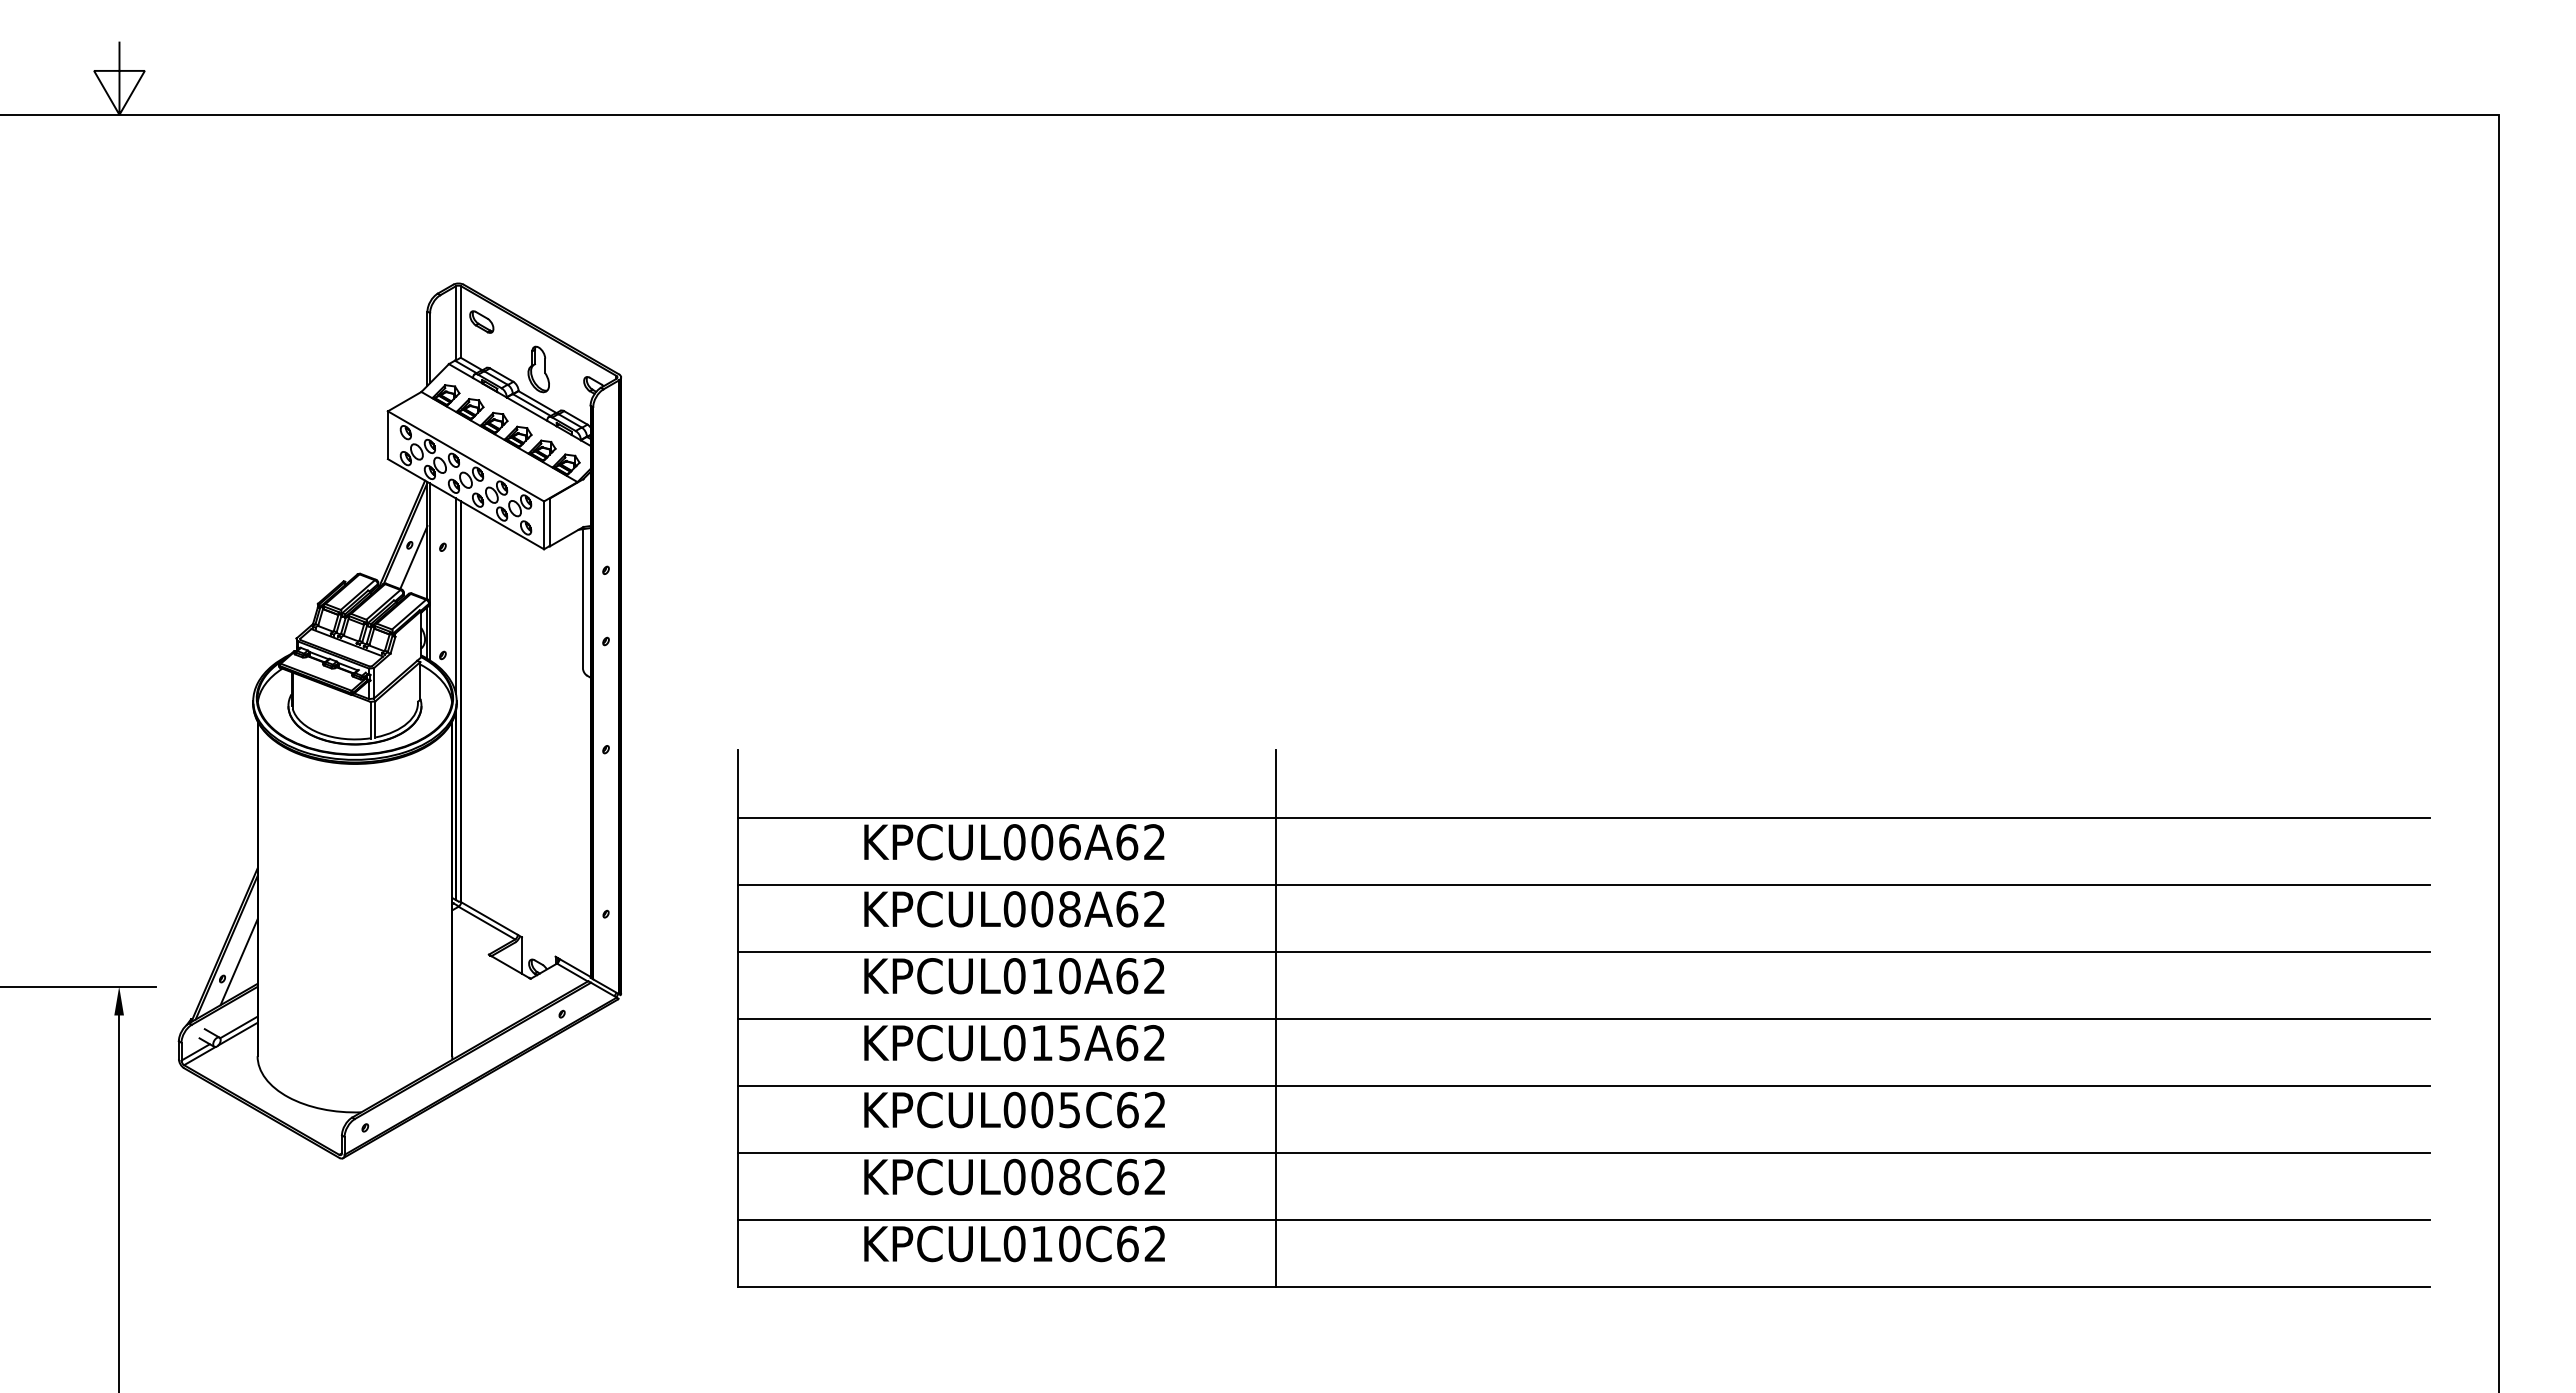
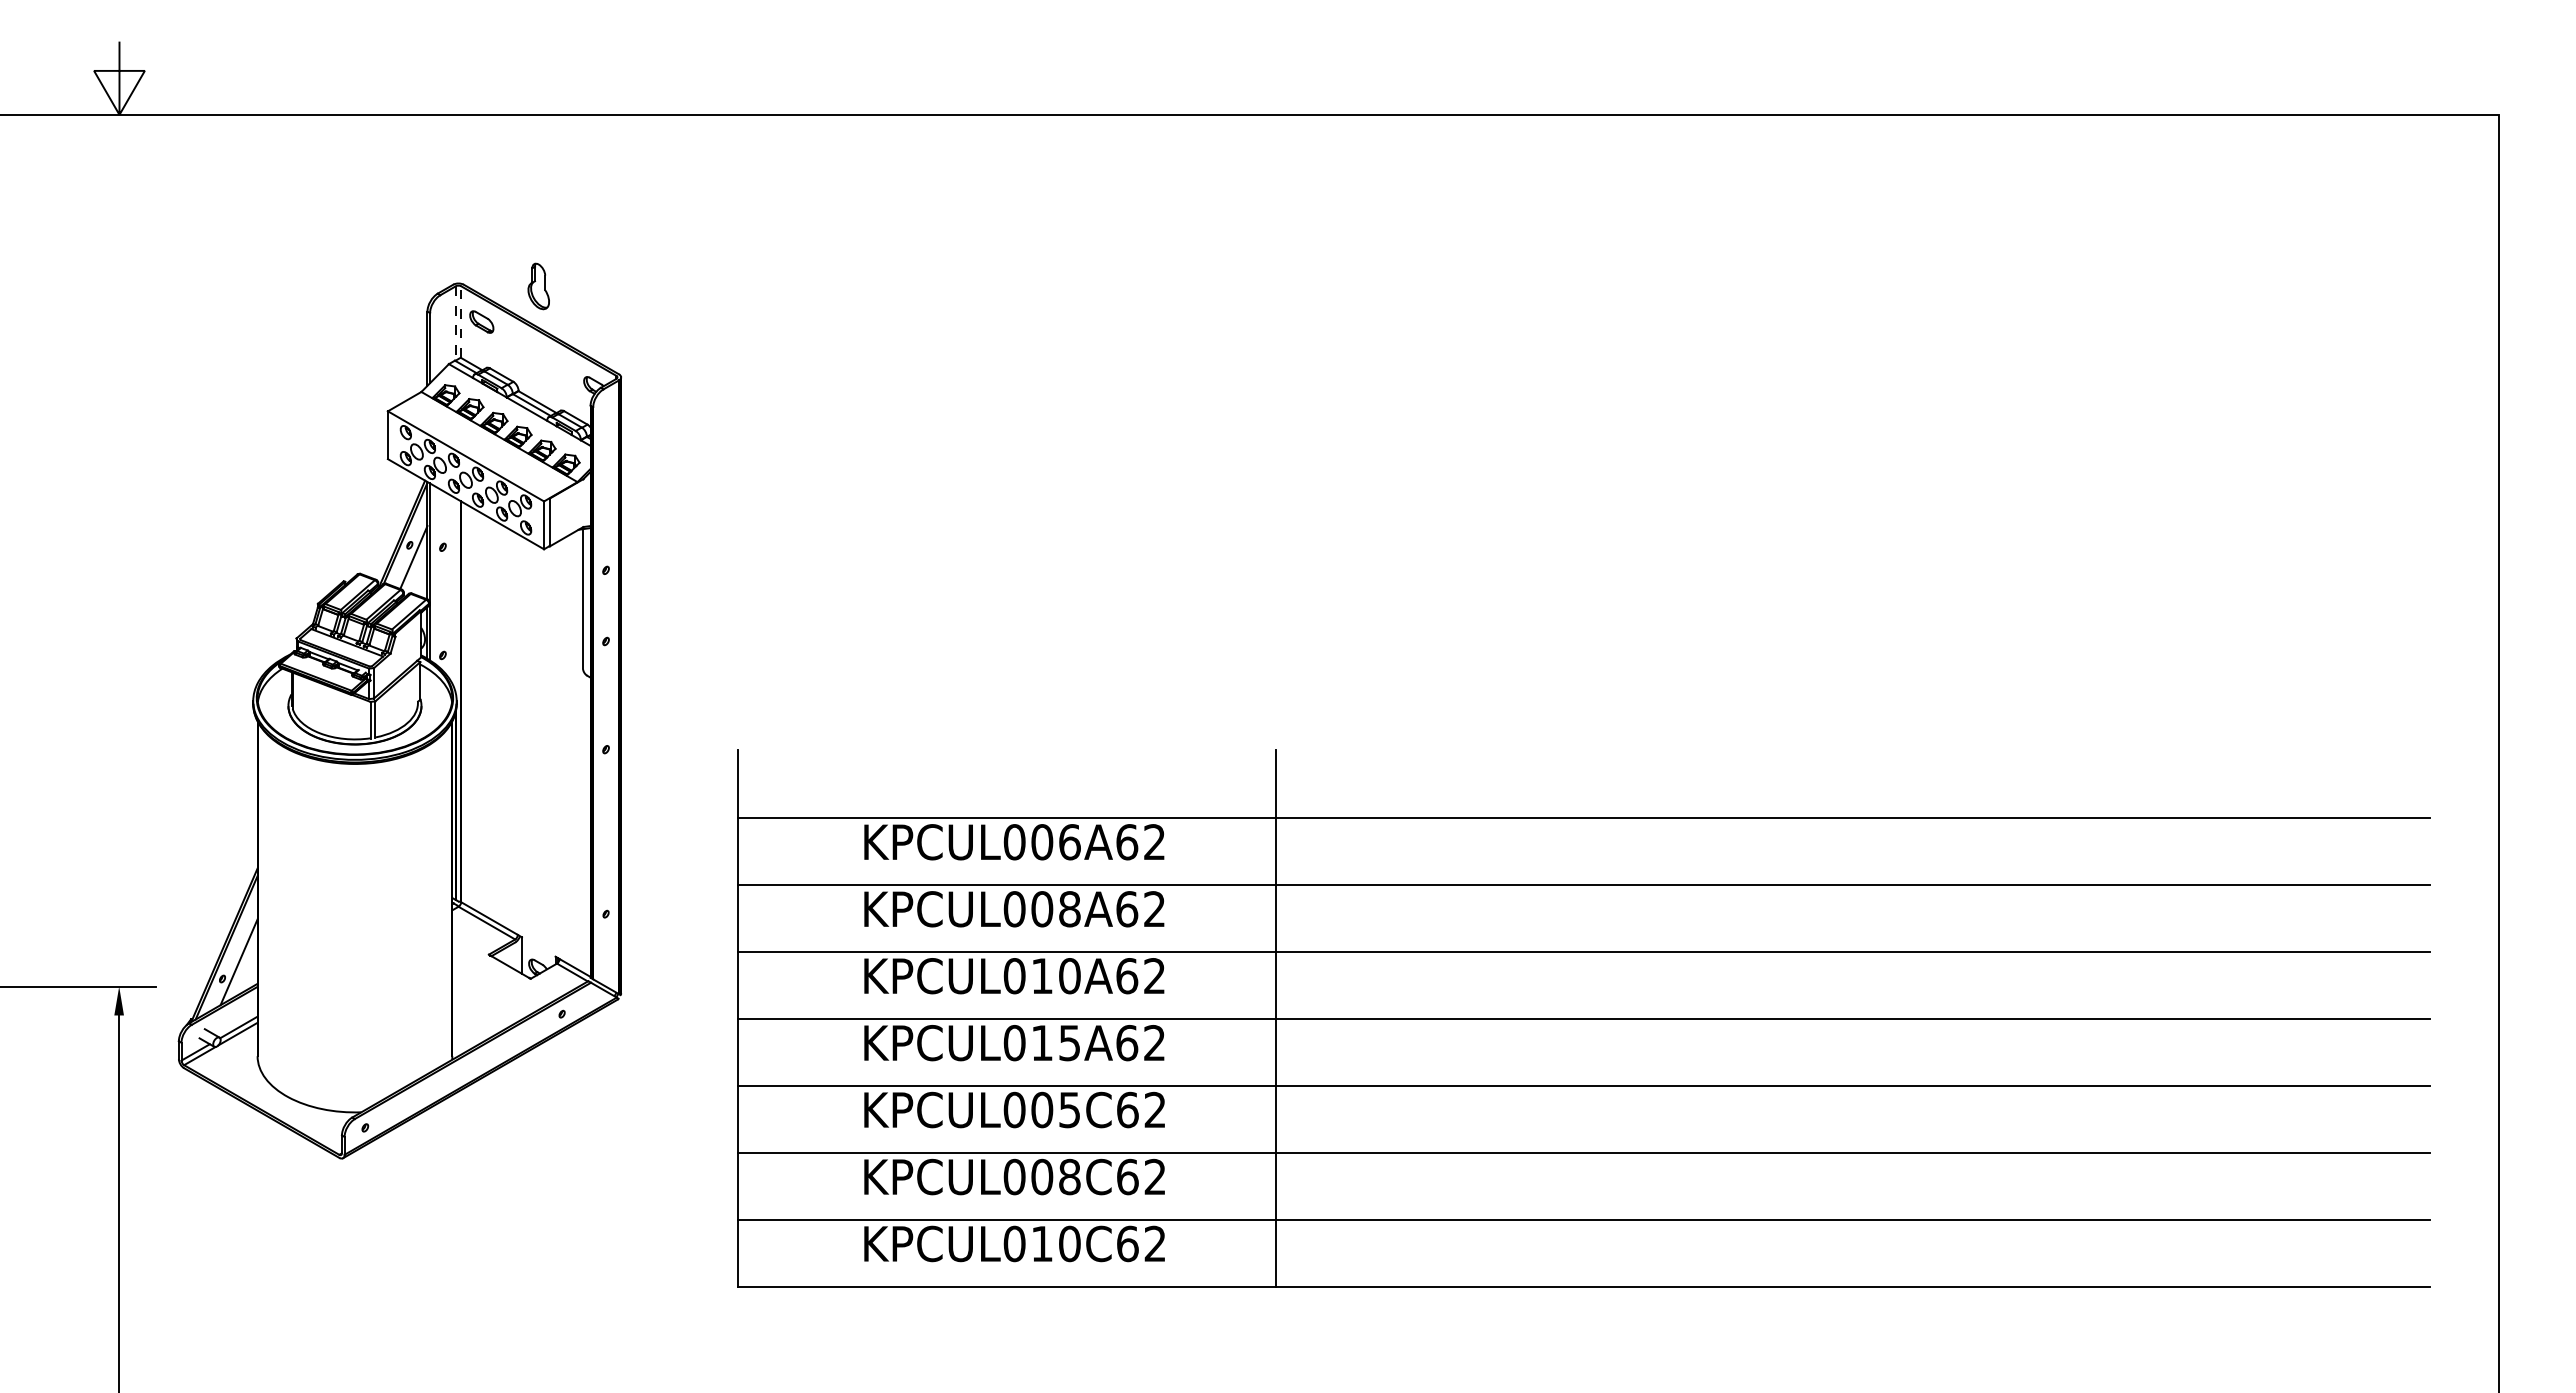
line at (461, 322): solid -> dashed
line at (455, 323): solid -> dashed
part at (538, 369) position: (538, 369) -> (538, 286)
line at (455, 595): present -> none
